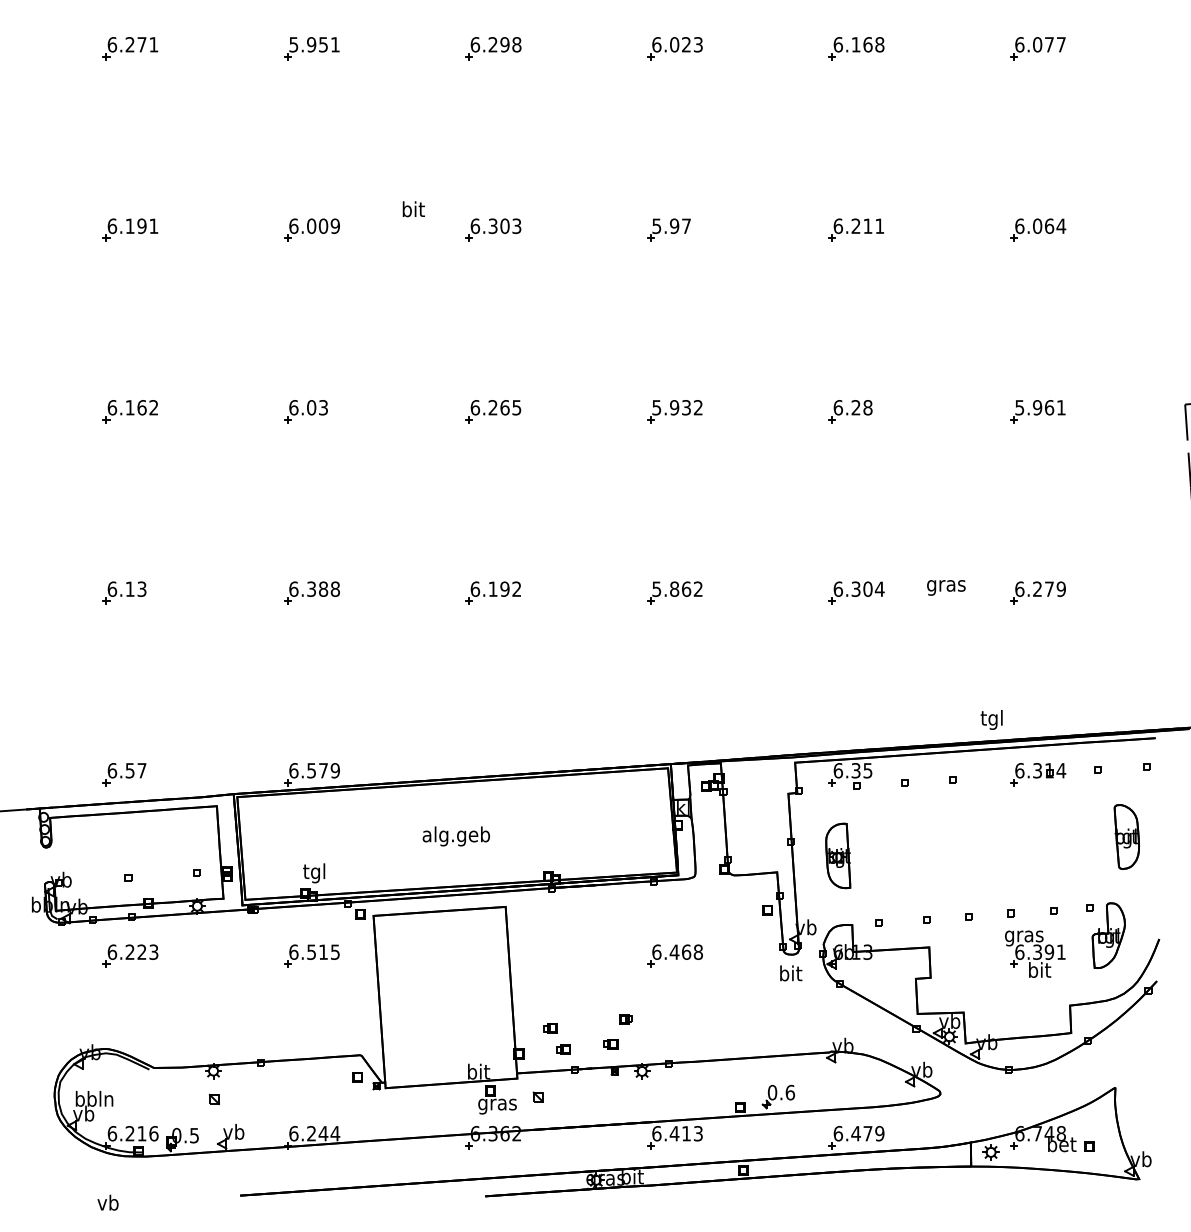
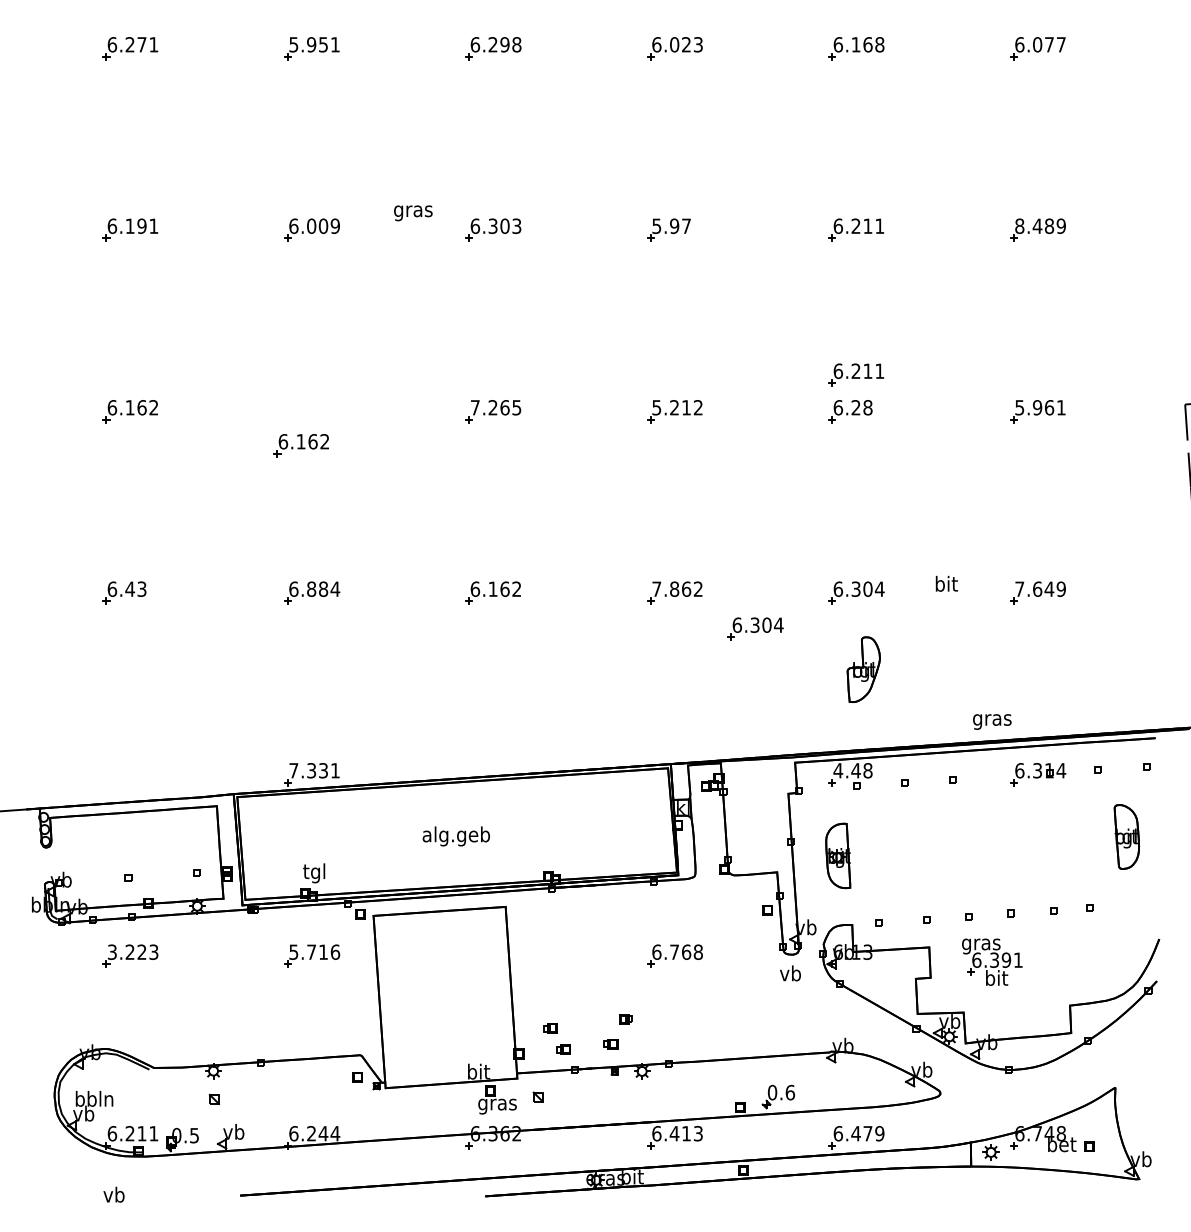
text at (413, 211): bit -> gras
text at (1040, 226): 6.064 -> 8.489
part at (855, 374): none -> present
text at (475, 407): 6.265 -> 7.265
text at (680, 407): 5.932 -> 5.212
part at (305, 411): present -> none
part at (300, 445): none -> present
text at (946, 585): gras -> bit
text at (130, 588): 6.13 -> 6.43
text at (323, 588): 6.388 -> 6.884
text at (504, 588): 6.192 -> 6.162
text at (656, 588): 5.862 -> 7.862
text at (1034, 588): 6.279 -> 7.649
part at (755, 628): none -> present
text at (992, 719): tgl -> gras
text at (314, 770): 6.579 -> 7.331
text at (852, 770): 6.35 -> 4.48
part at (124, 774): present -> none
part at (1108, 935) position: (1108, 935) -> (863, 669)
text at (112, 951): 6.223 -> 3.223
text at (314, 951): 6.515 -> 5.716
text at (674, 951): 6.468 -> 6.768
part at (1035, 953) position: (1035, 953) -> (992, 961)
text at (791, 973): bit -> vb
text at (153, 1133): 6.216 -> 6.211
text at (107, 1202) position: (107, 1202) -> (113, 1194)
